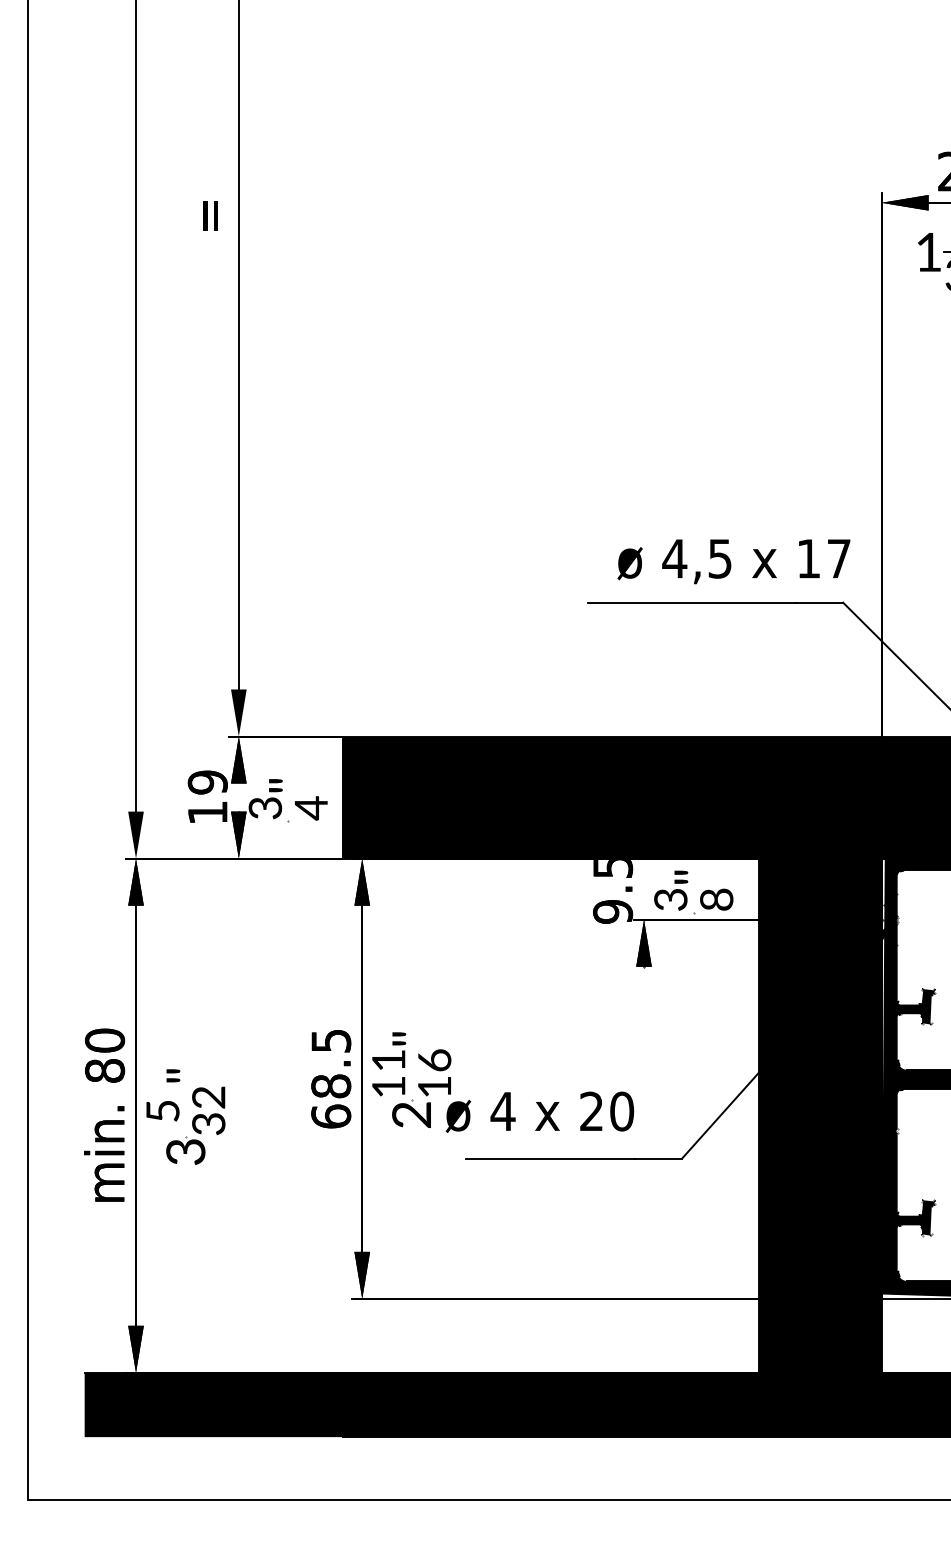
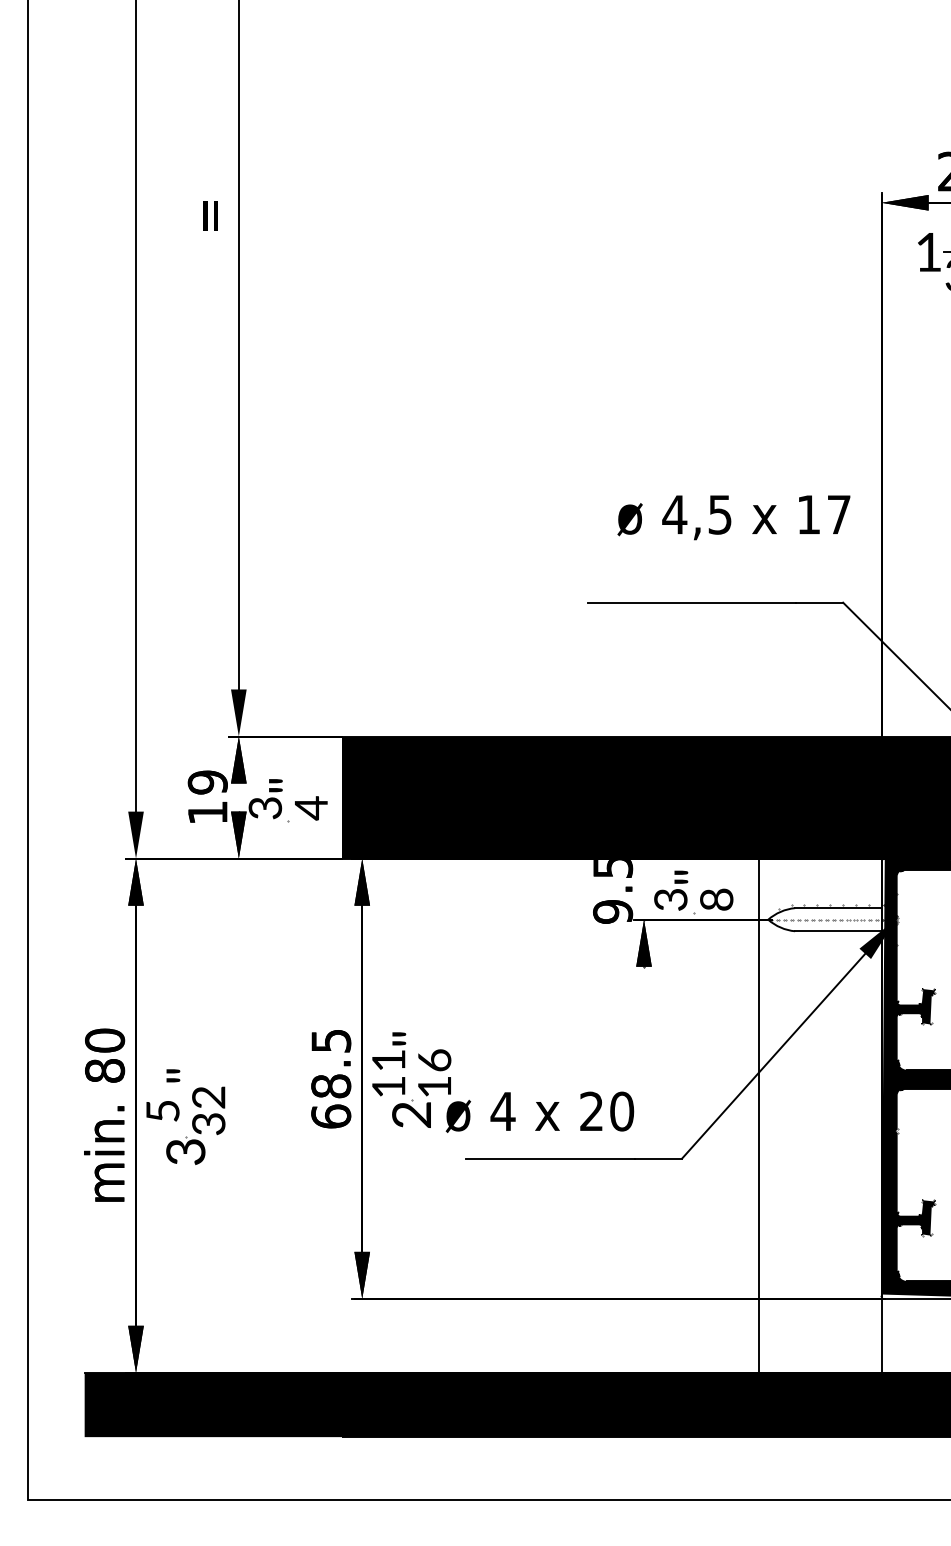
text at (733, 561) position: (733, 561) -> (733, 517)
fill at (820, 1115): present -> none
